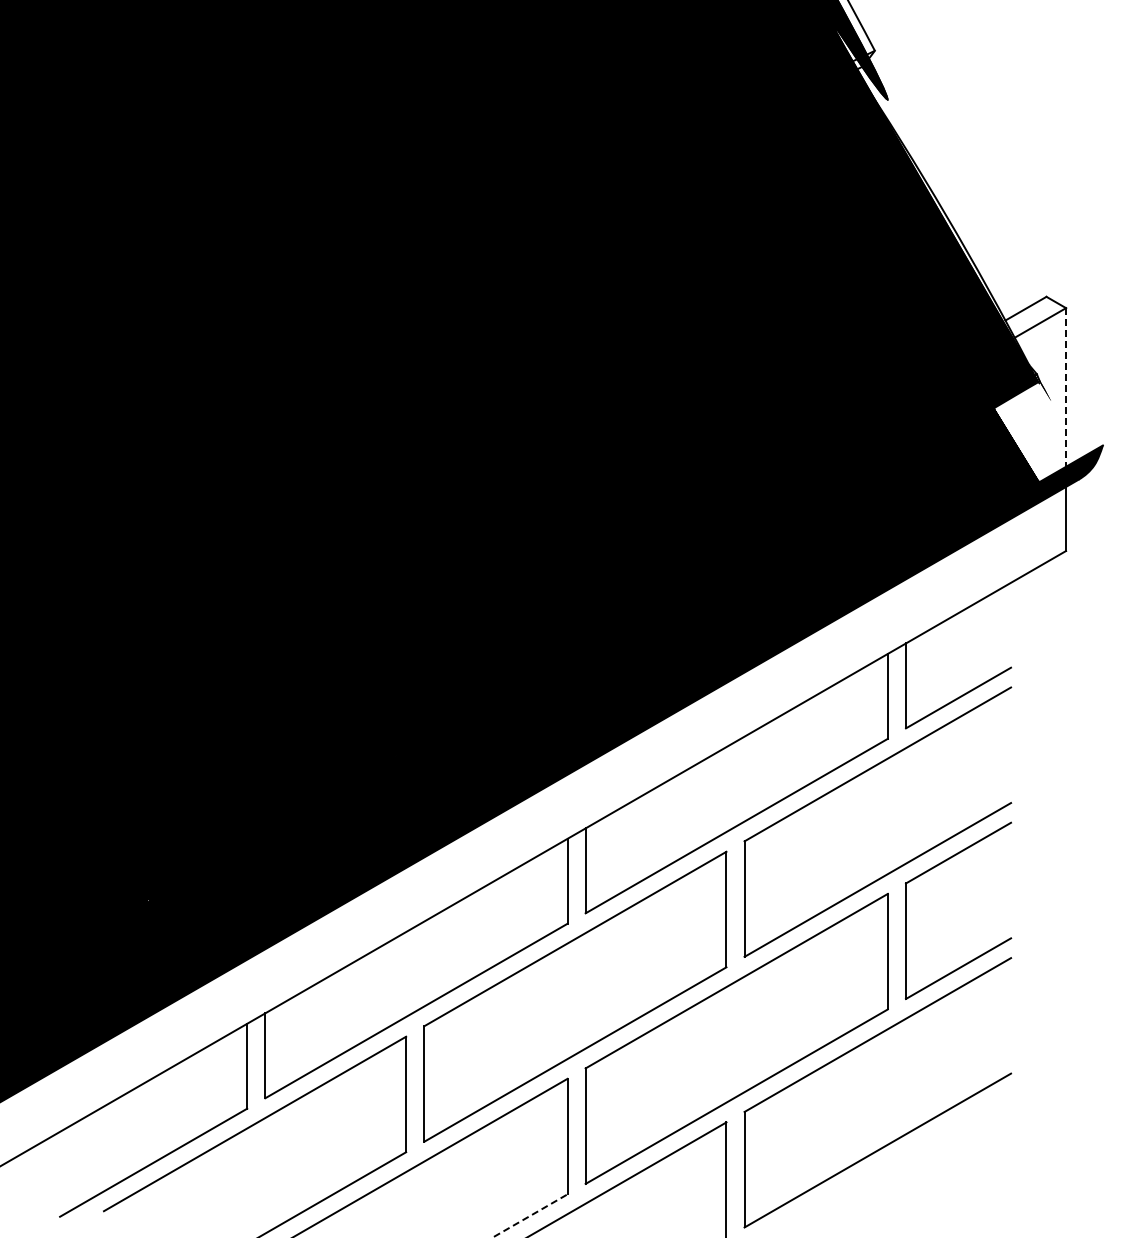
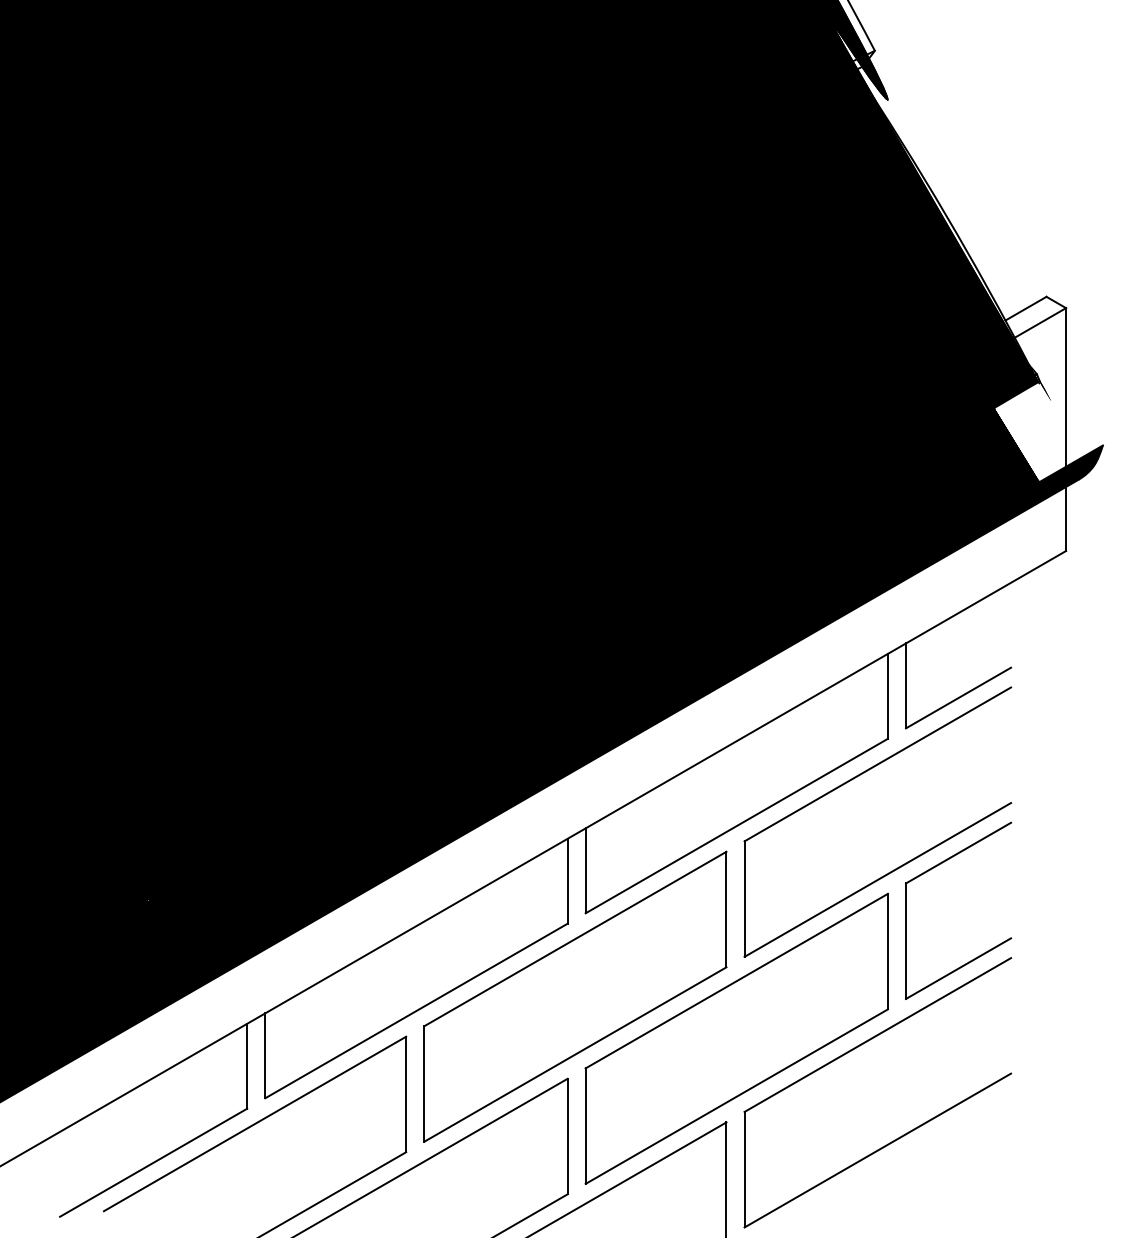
line at (1066, 387): dashed -> solid
line at (530, 1215): dashed -> solid
